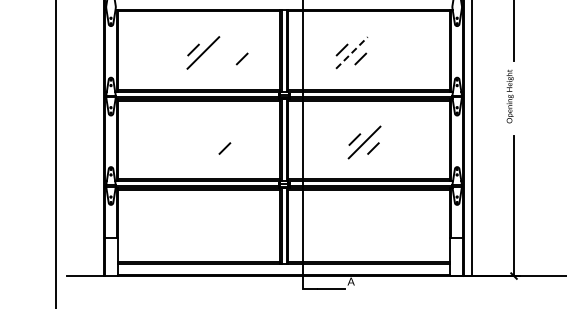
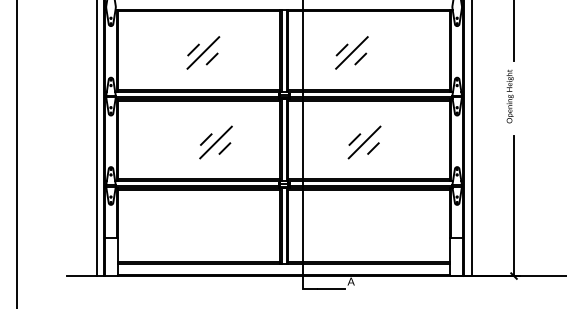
line at (352, 52): dashed -> solid
line at (241, 58) position: (241, 58) -> (211, 58)
line at (96, 138): none -> present
part at (215, 142): none -> present
line at (56, 153) position: (56, 153) -> (17, 153)
